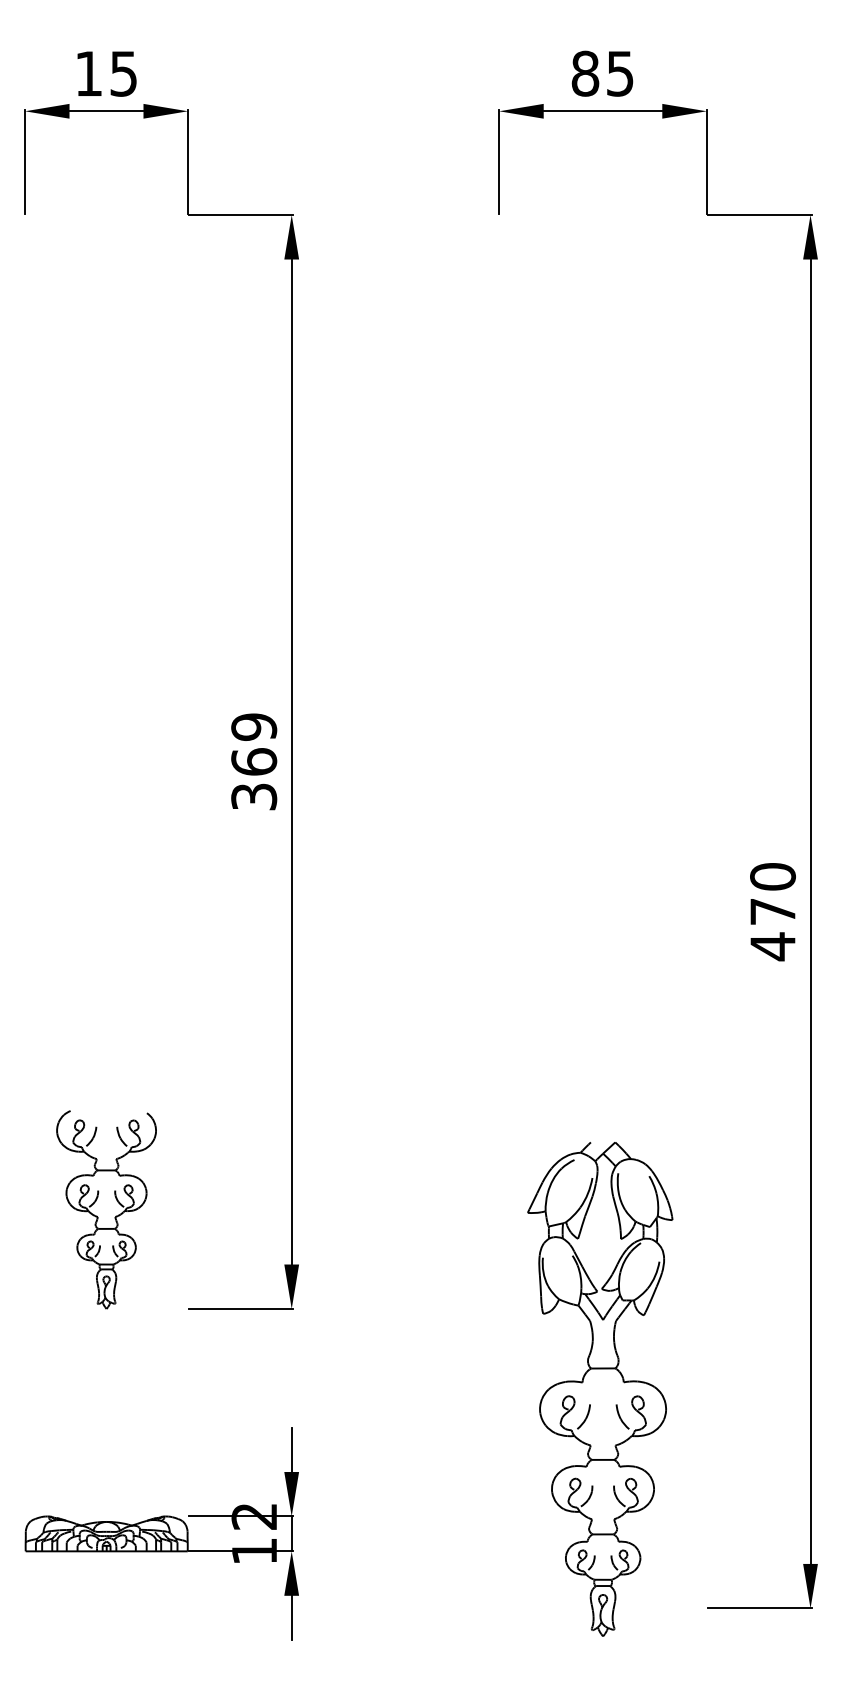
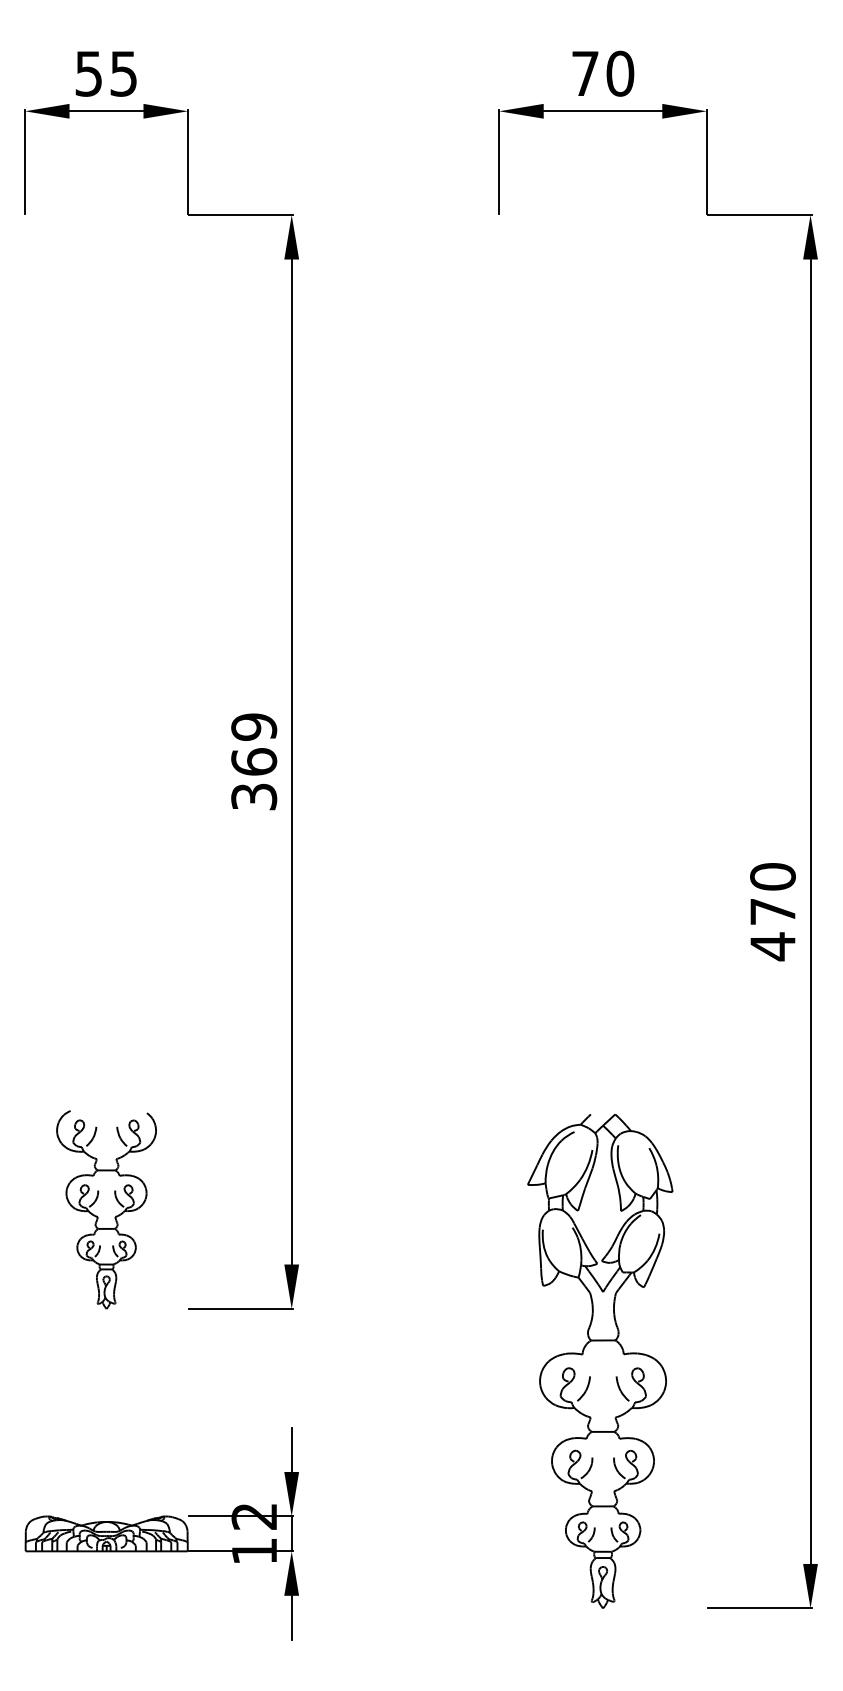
text at (88, 73): 15 -> 55
text at (602, 73): 85 -> 70
part at (600, 1389) position: (600, 1389) -> (600, 1361)
